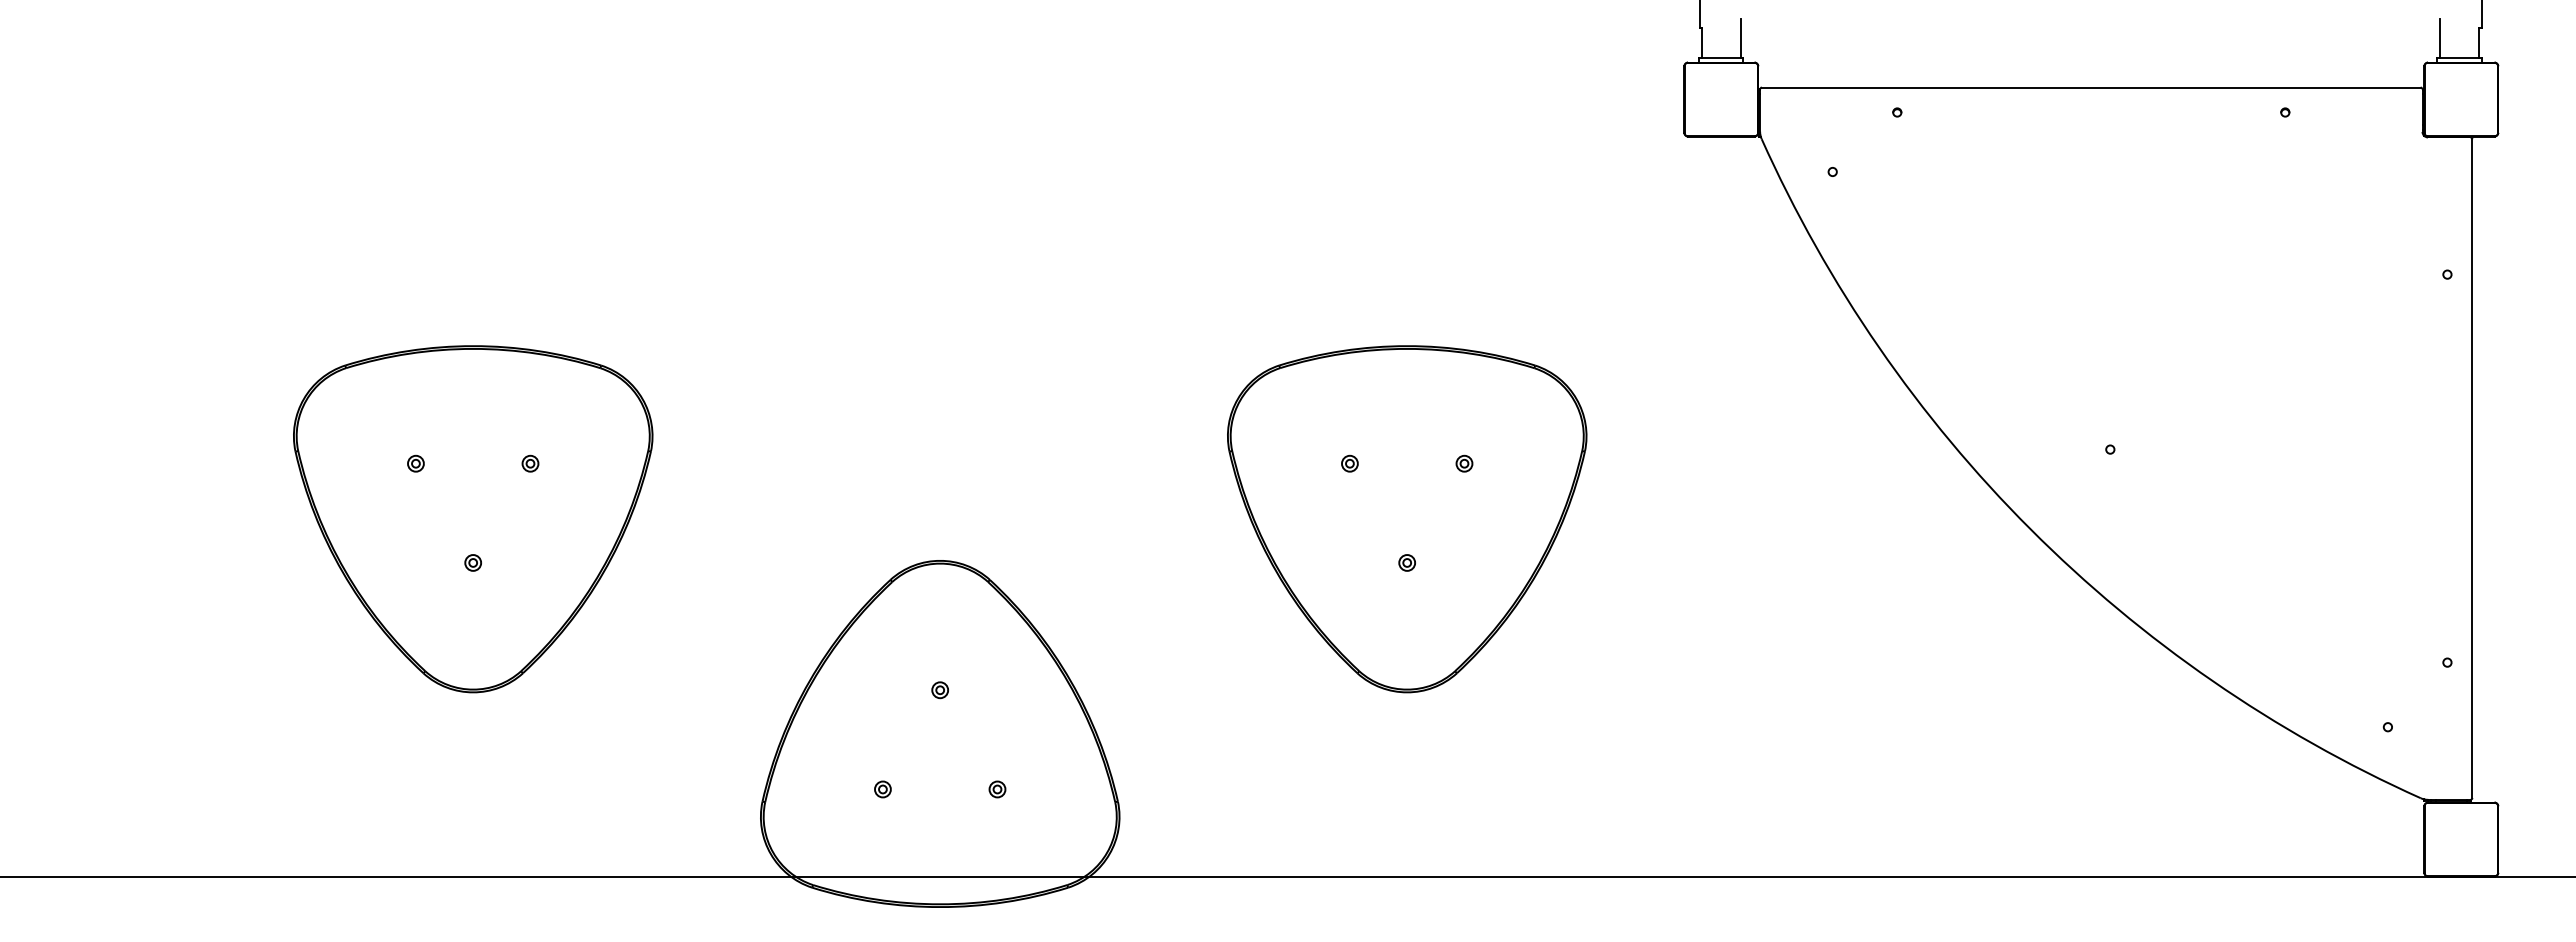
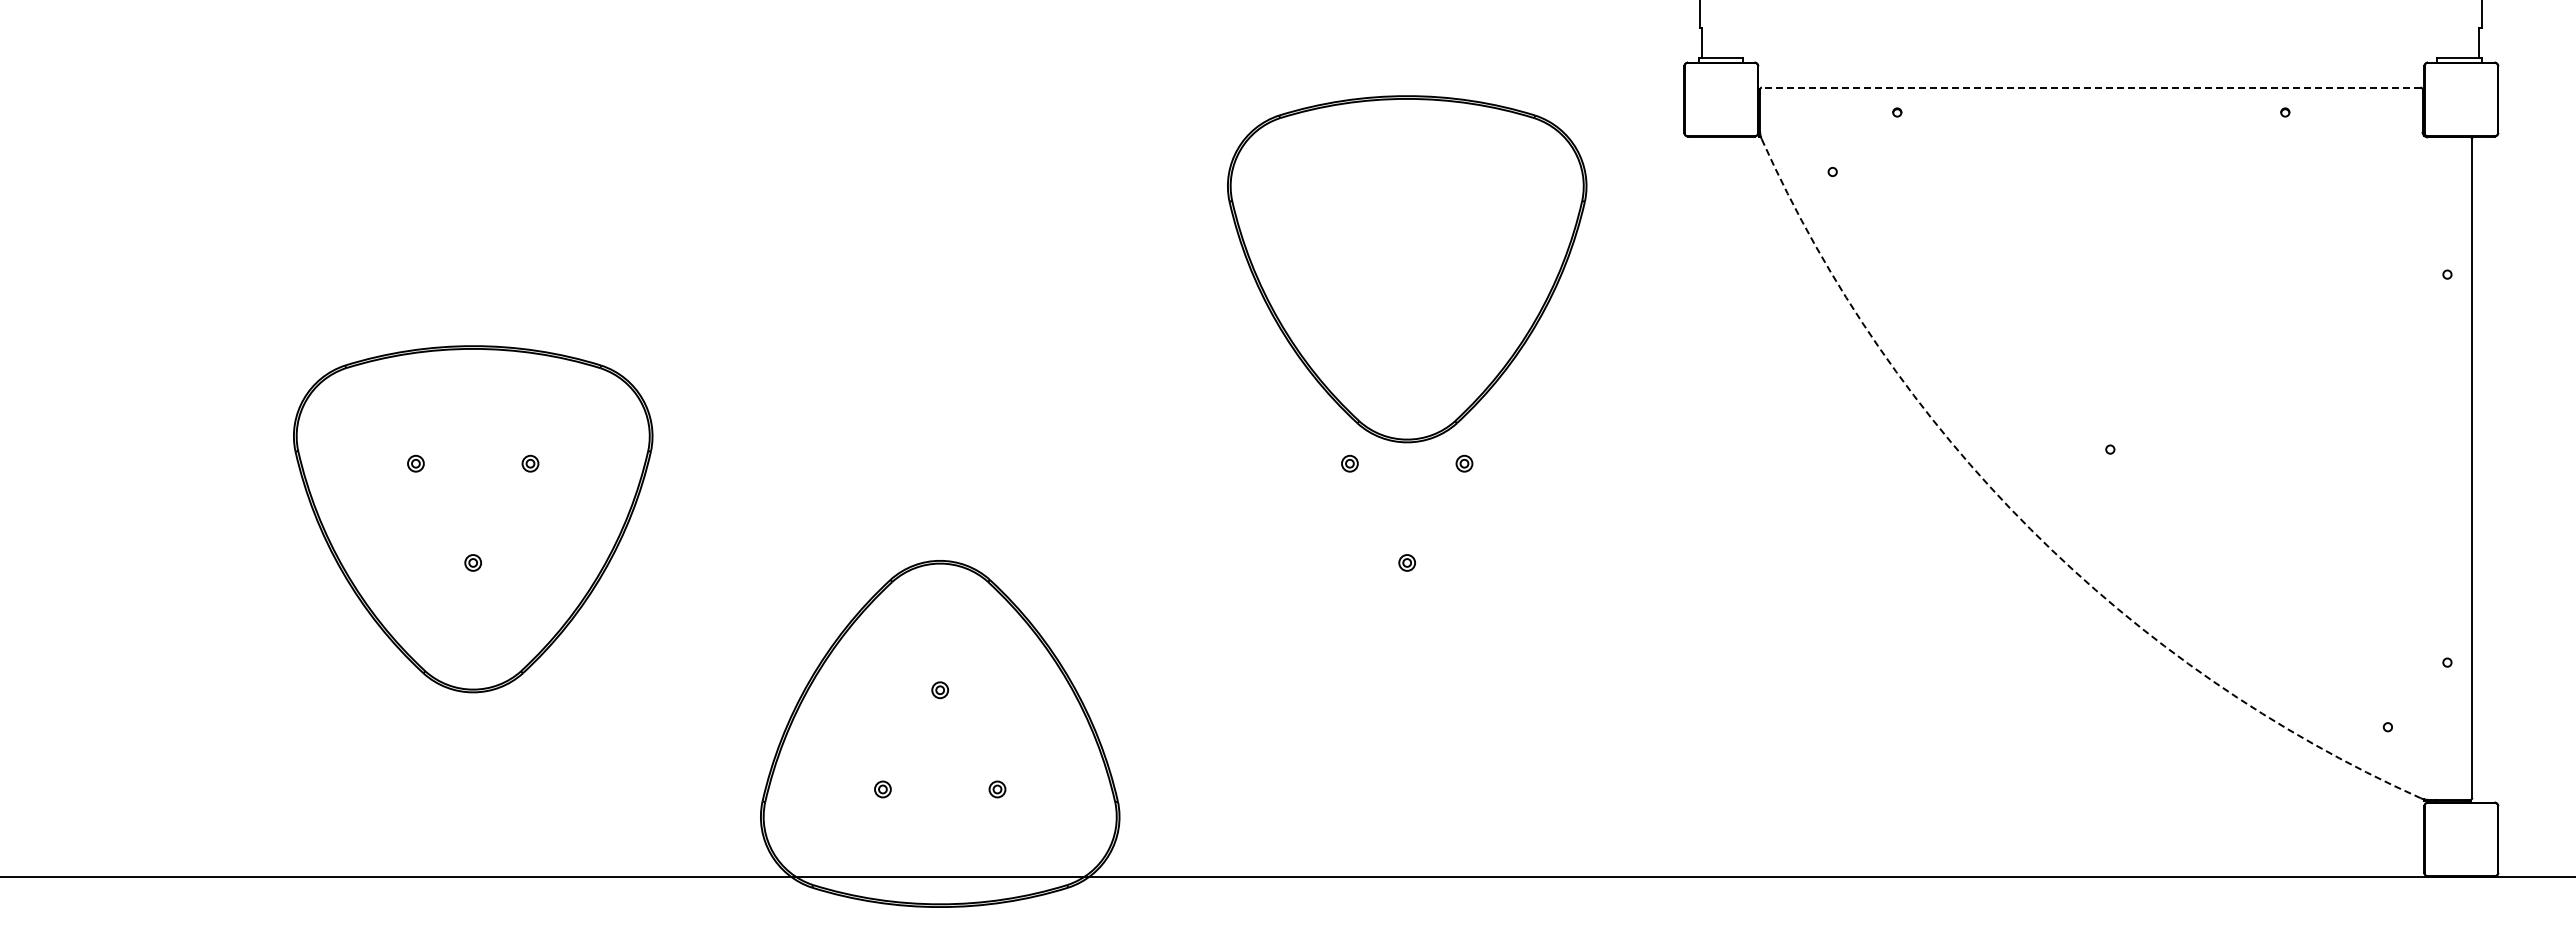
line at (1740, 38): present -> none
line at (2440, 38): present -> none
line at (2090, 87): solid -> dashed
part at (1407, 519) position: (1407, 519) -> (1407, 269)
arc at (2030, 529): solid -> dashed
